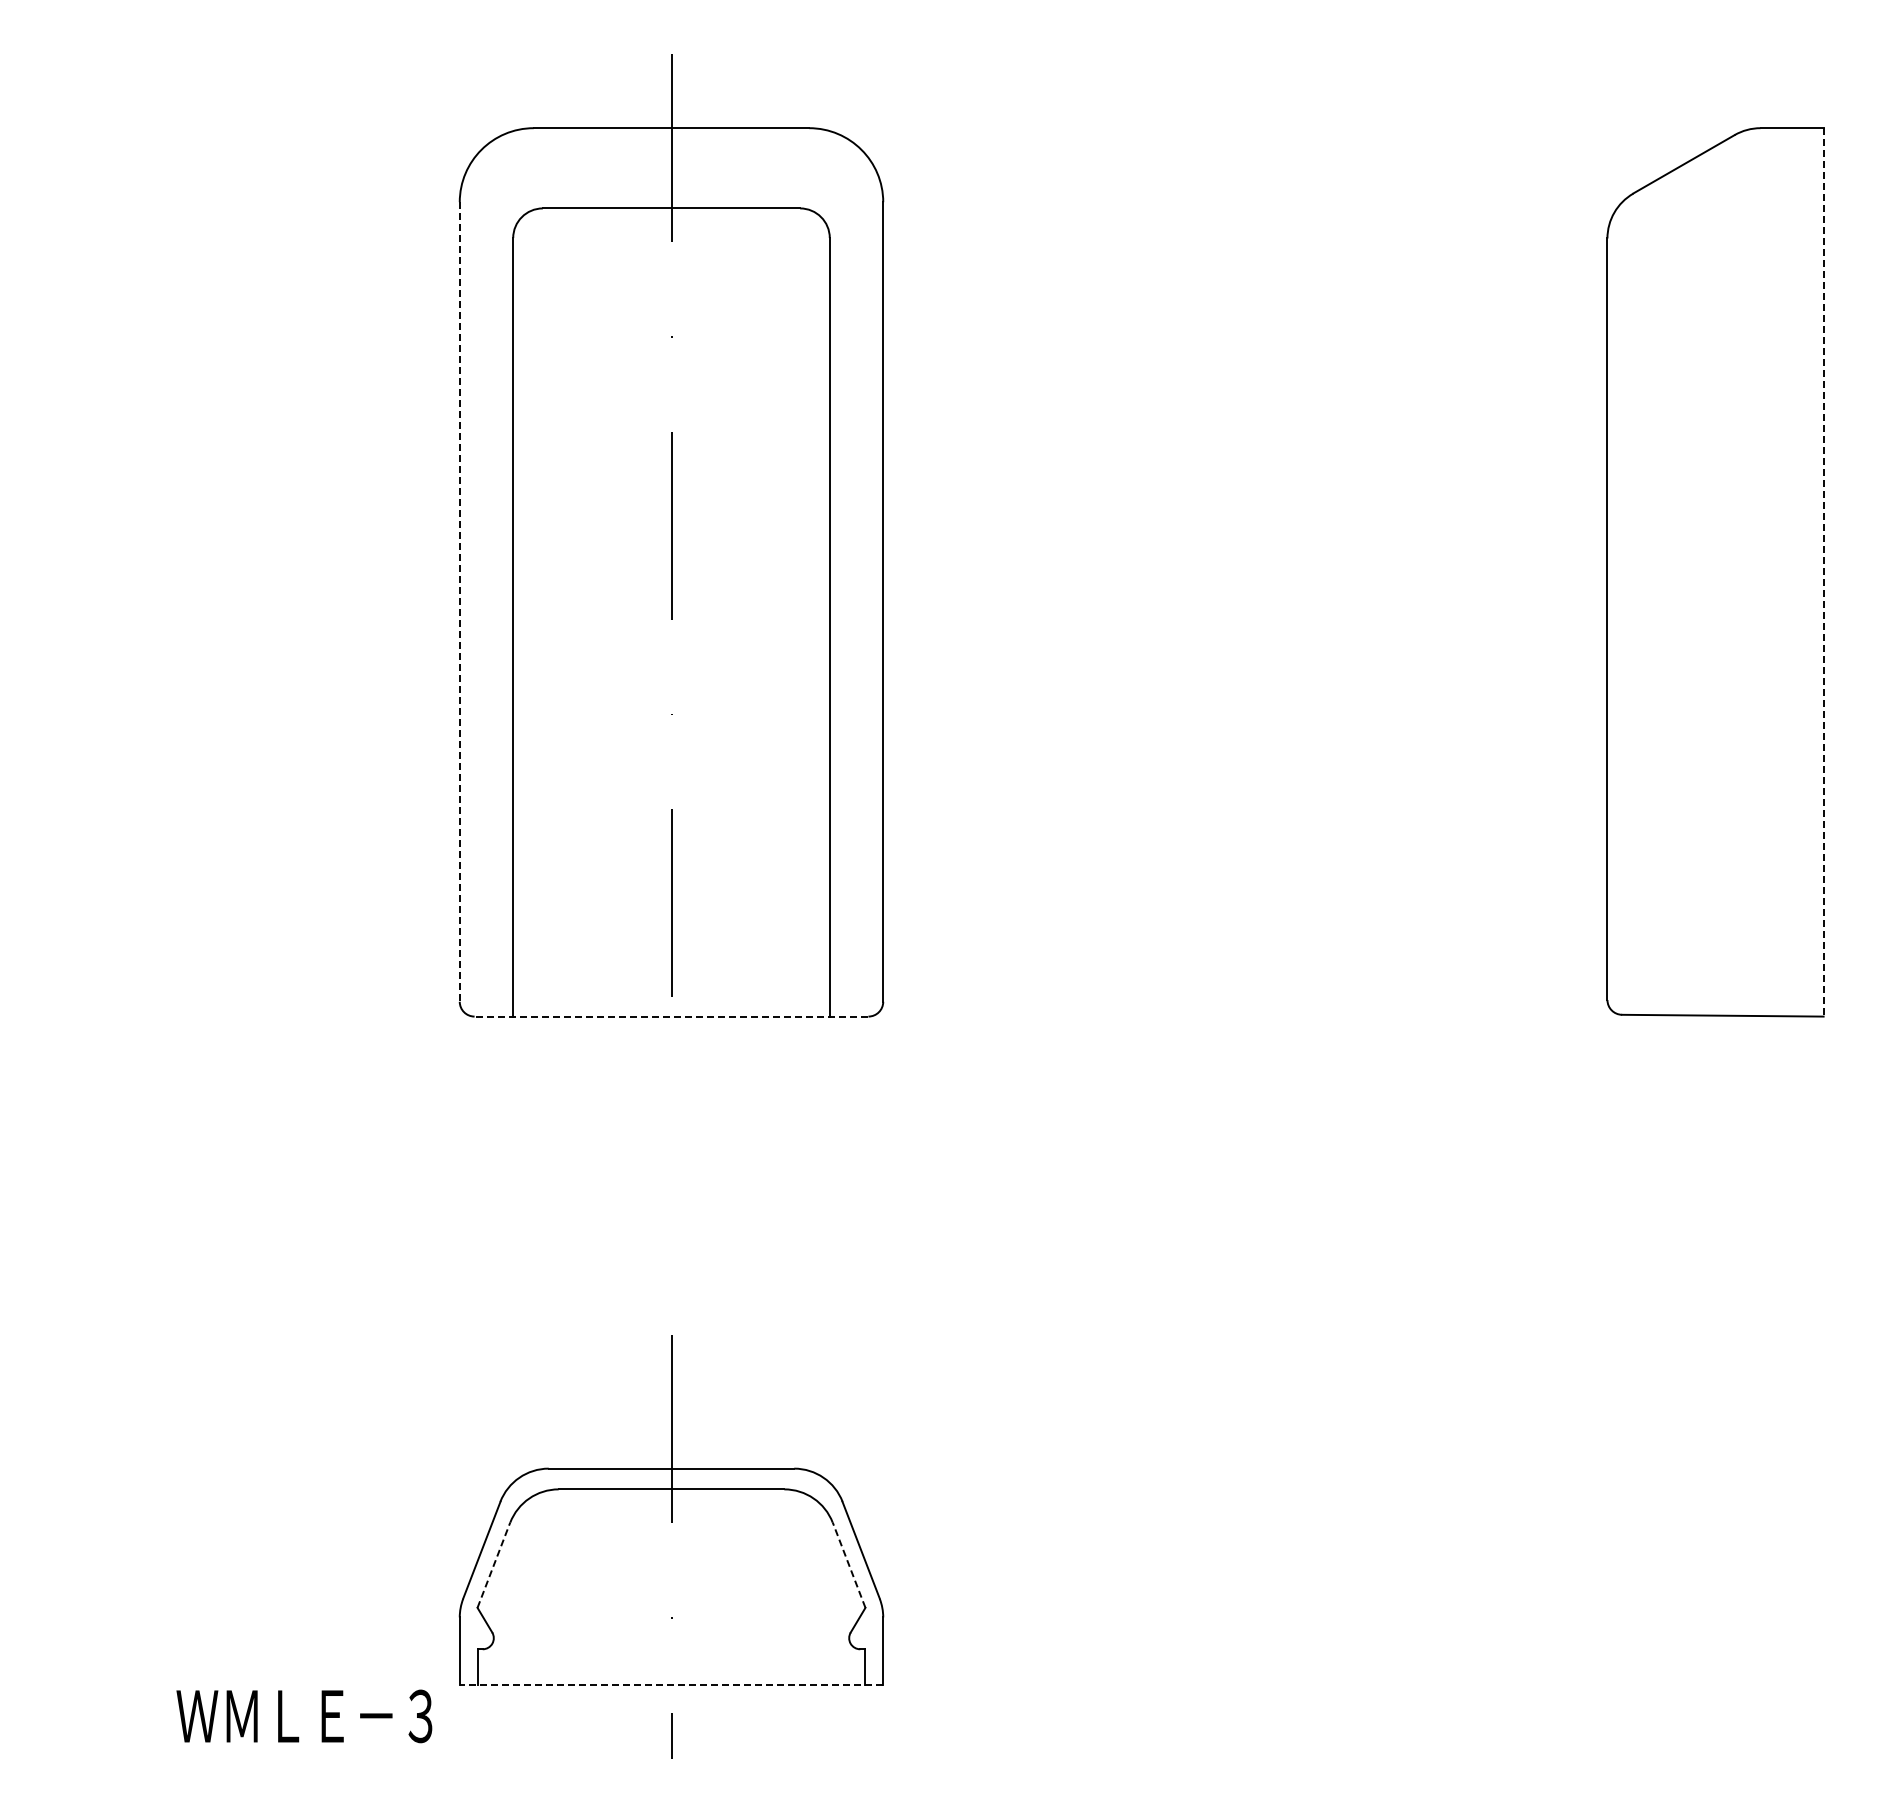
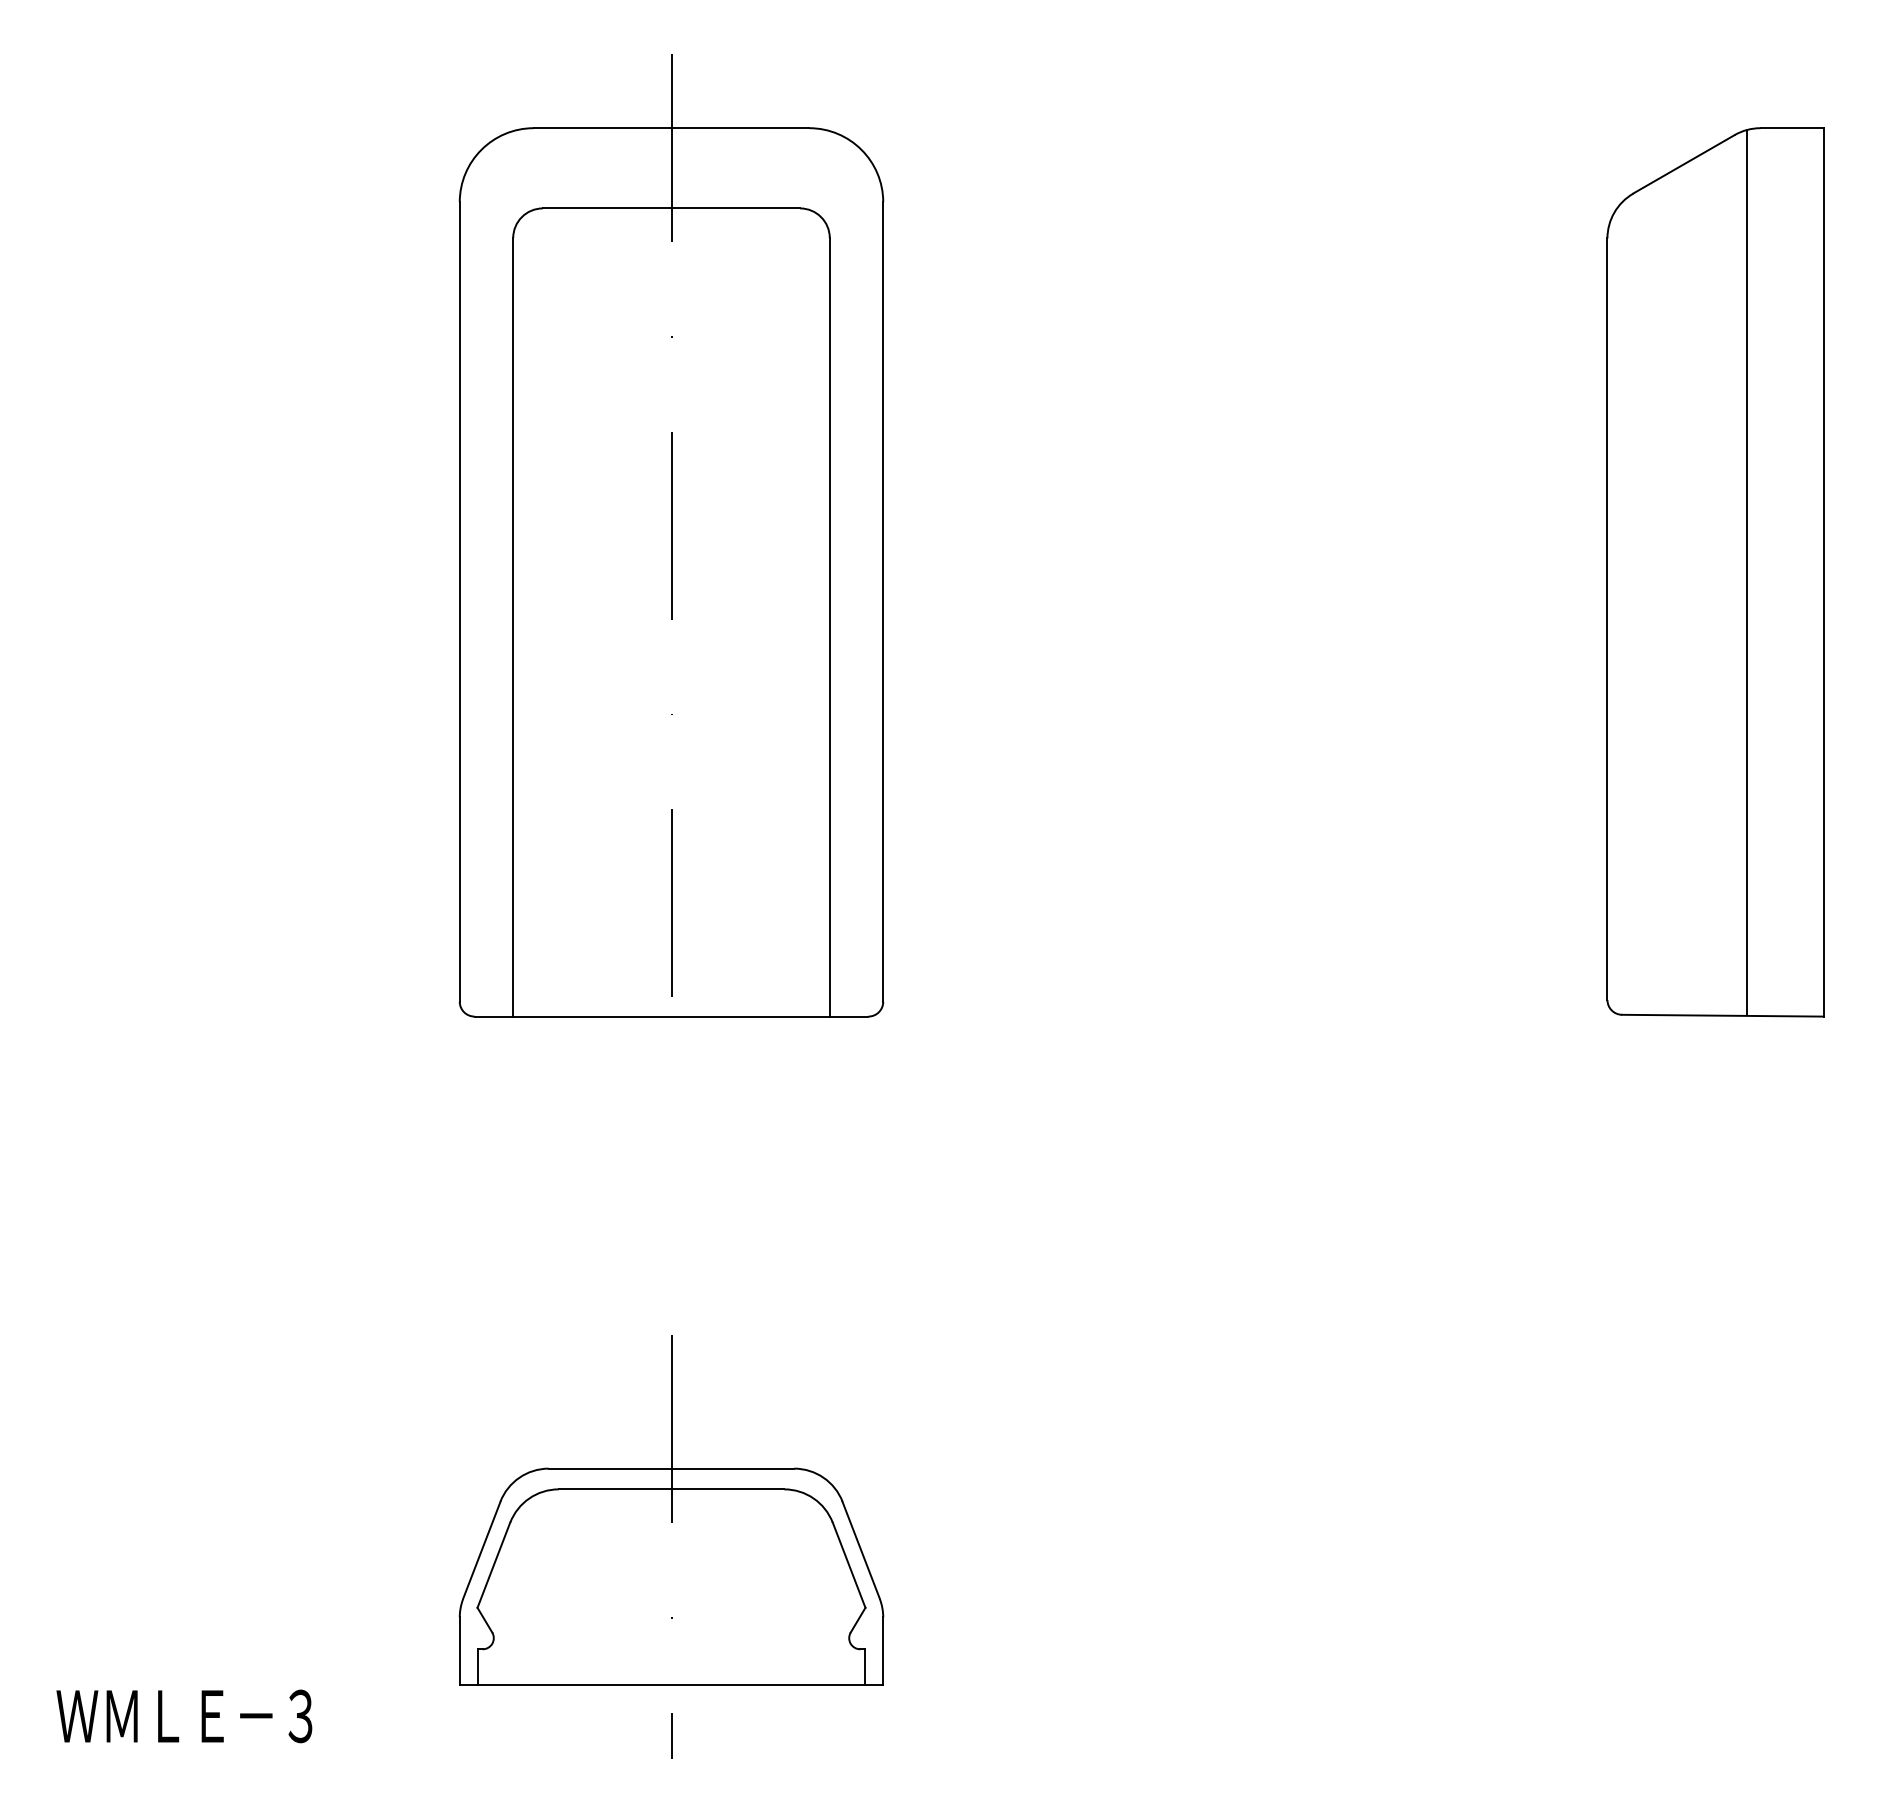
line at (1746, 572): none -> present
line at (1823, 572): dashed -> solid
line at (459, 602): dashed -> solid
line at (671, 1016): dashed -> solid
line at (493, 1565): dashed -> solid
line at (849, 1565): dashed -> solid
line at (671, 1684): dashed -> solid
text at (304, 1716) position: (304, 1716) -> (184, 1716)
